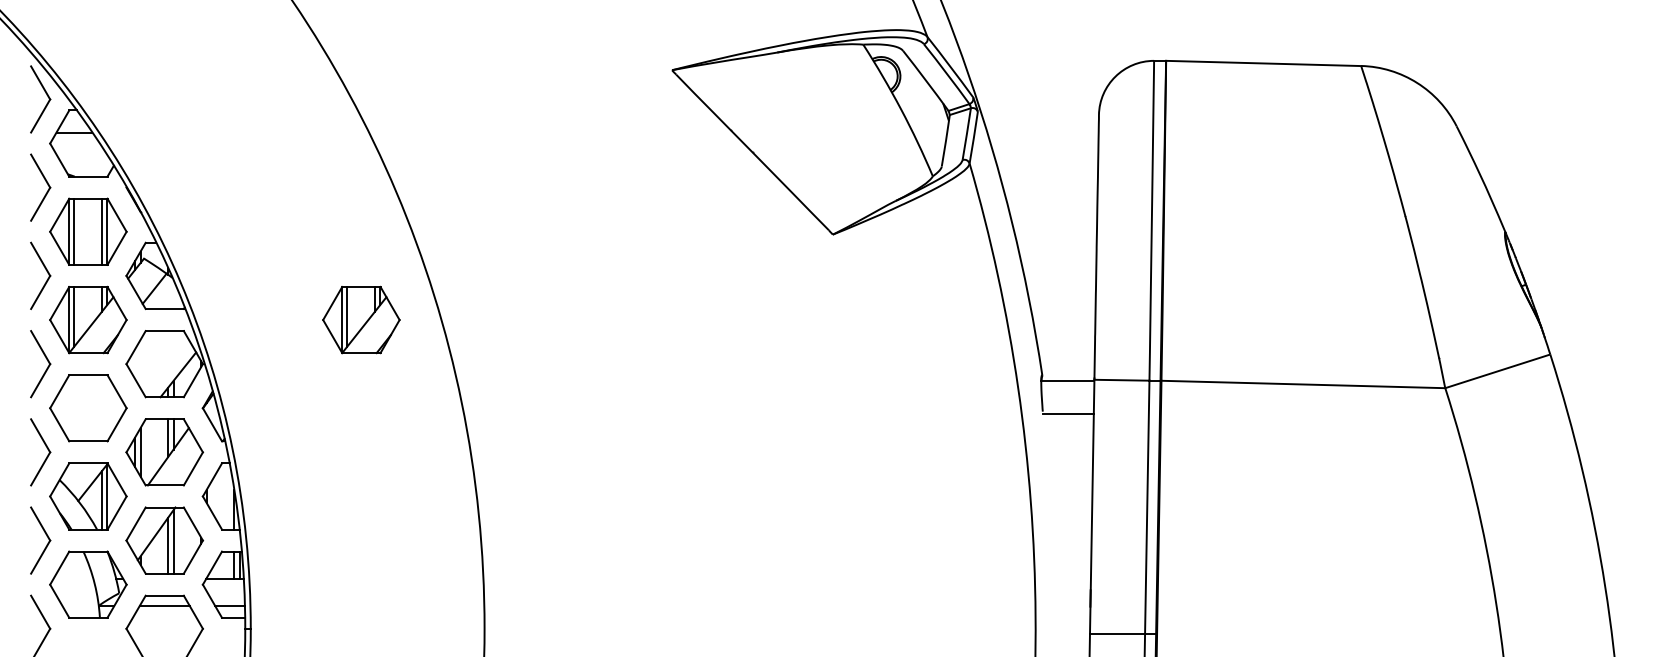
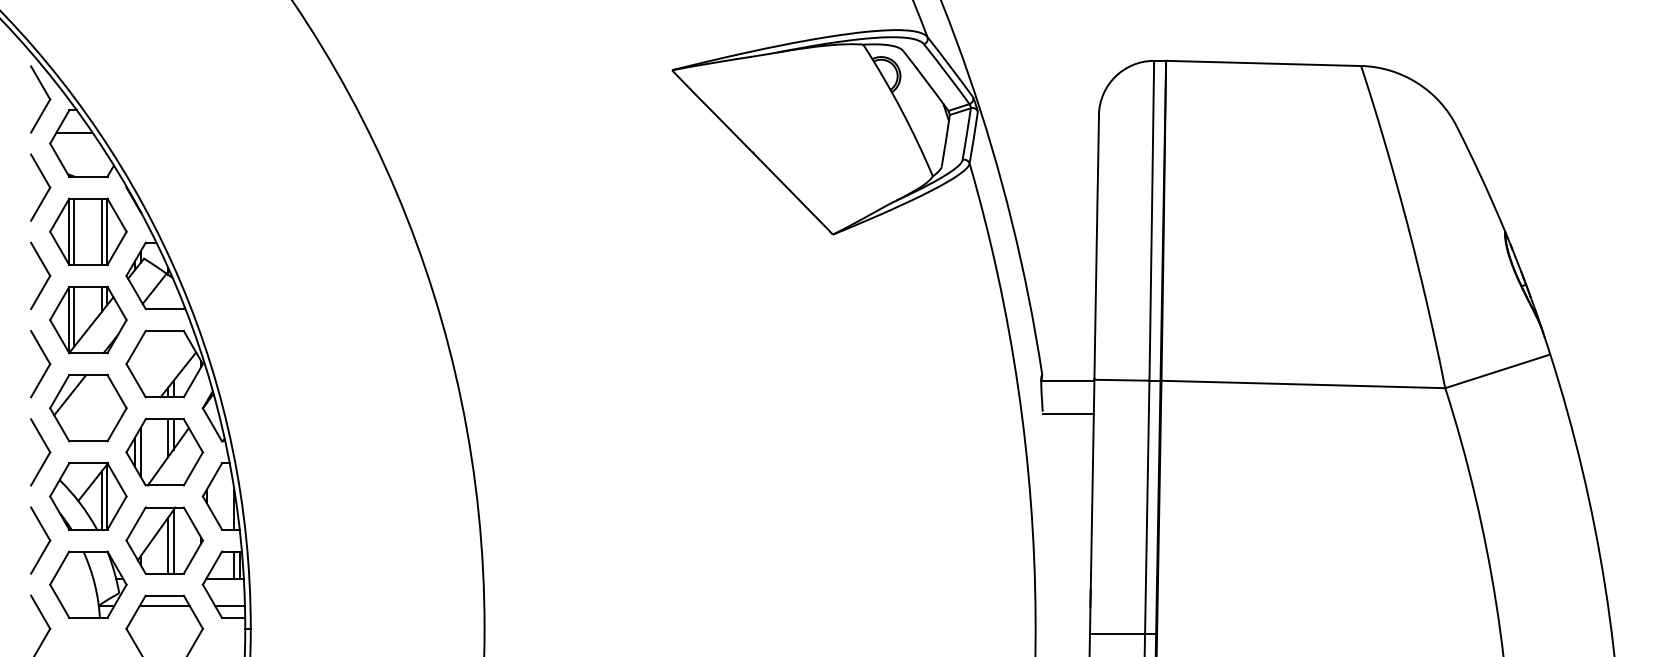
part at (361, 319): present -> none
line at (70, 395): none -> present
